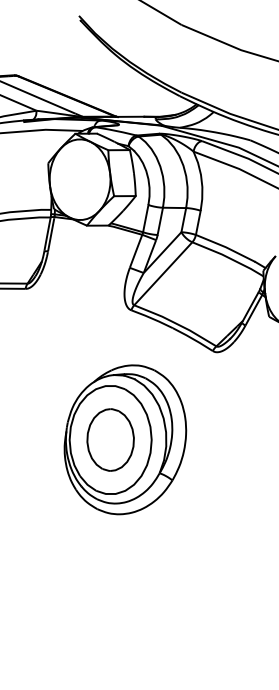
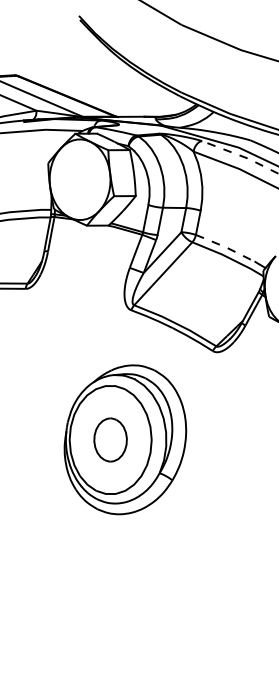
line at (241, 155): solid -> dashed
line at (225, 247): solid -> dashed
part at (110, 439) size: 49x64 px -> 35x46 px
